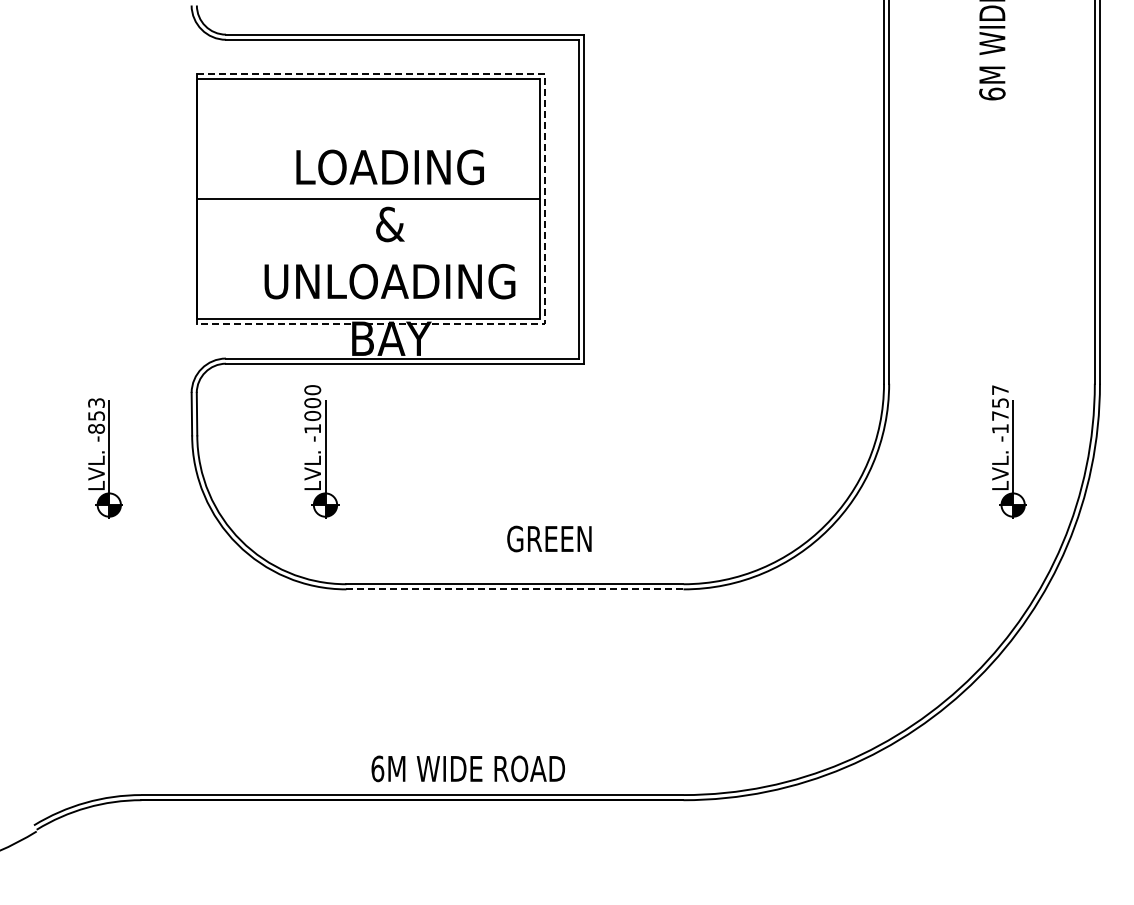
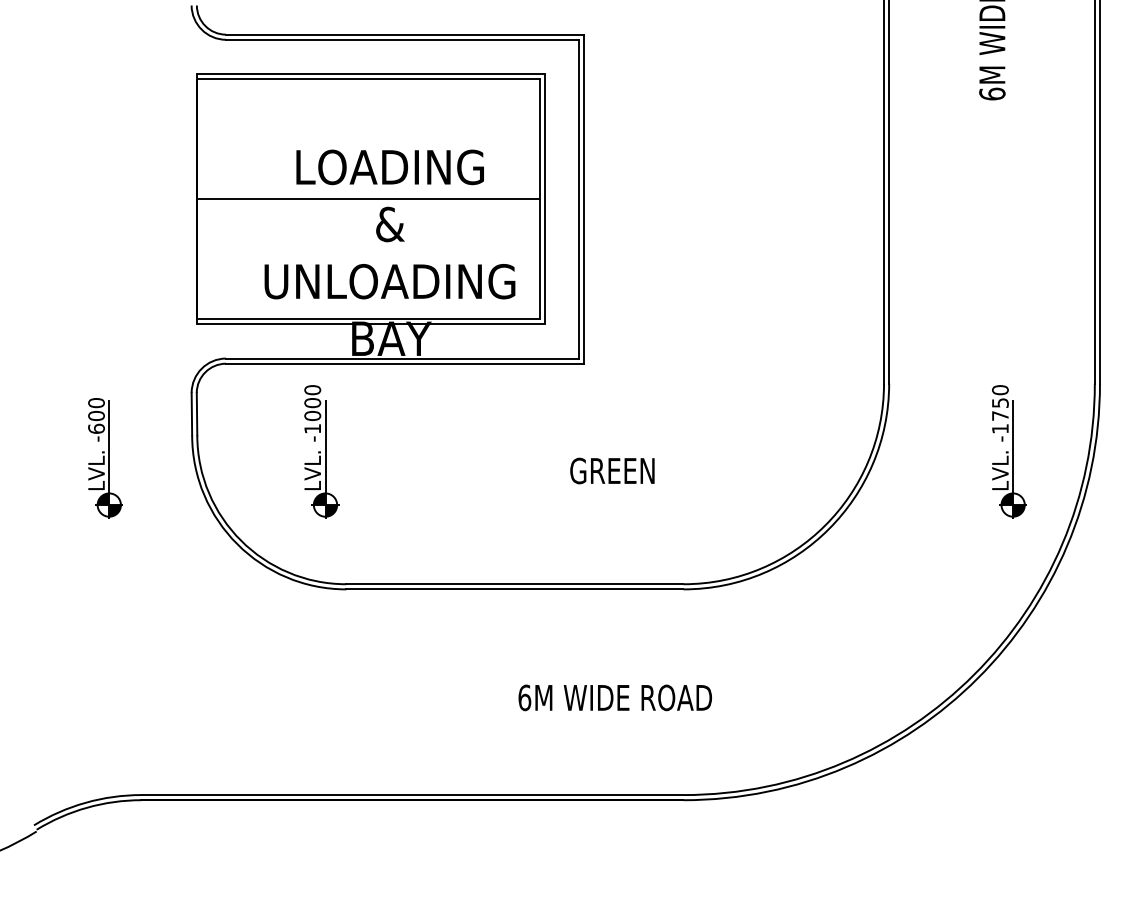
line at (544, 199): dashed -> solid
text at (1000, 390): -1757 -> -1750
text at (96, 415): -853 -> -600
text at (549, 538) position: (549, 538) -> (612, 470)
line at (514, 589): dashed -> solid
text at (467, 768) position: (467, 768) -> (614, 697)
